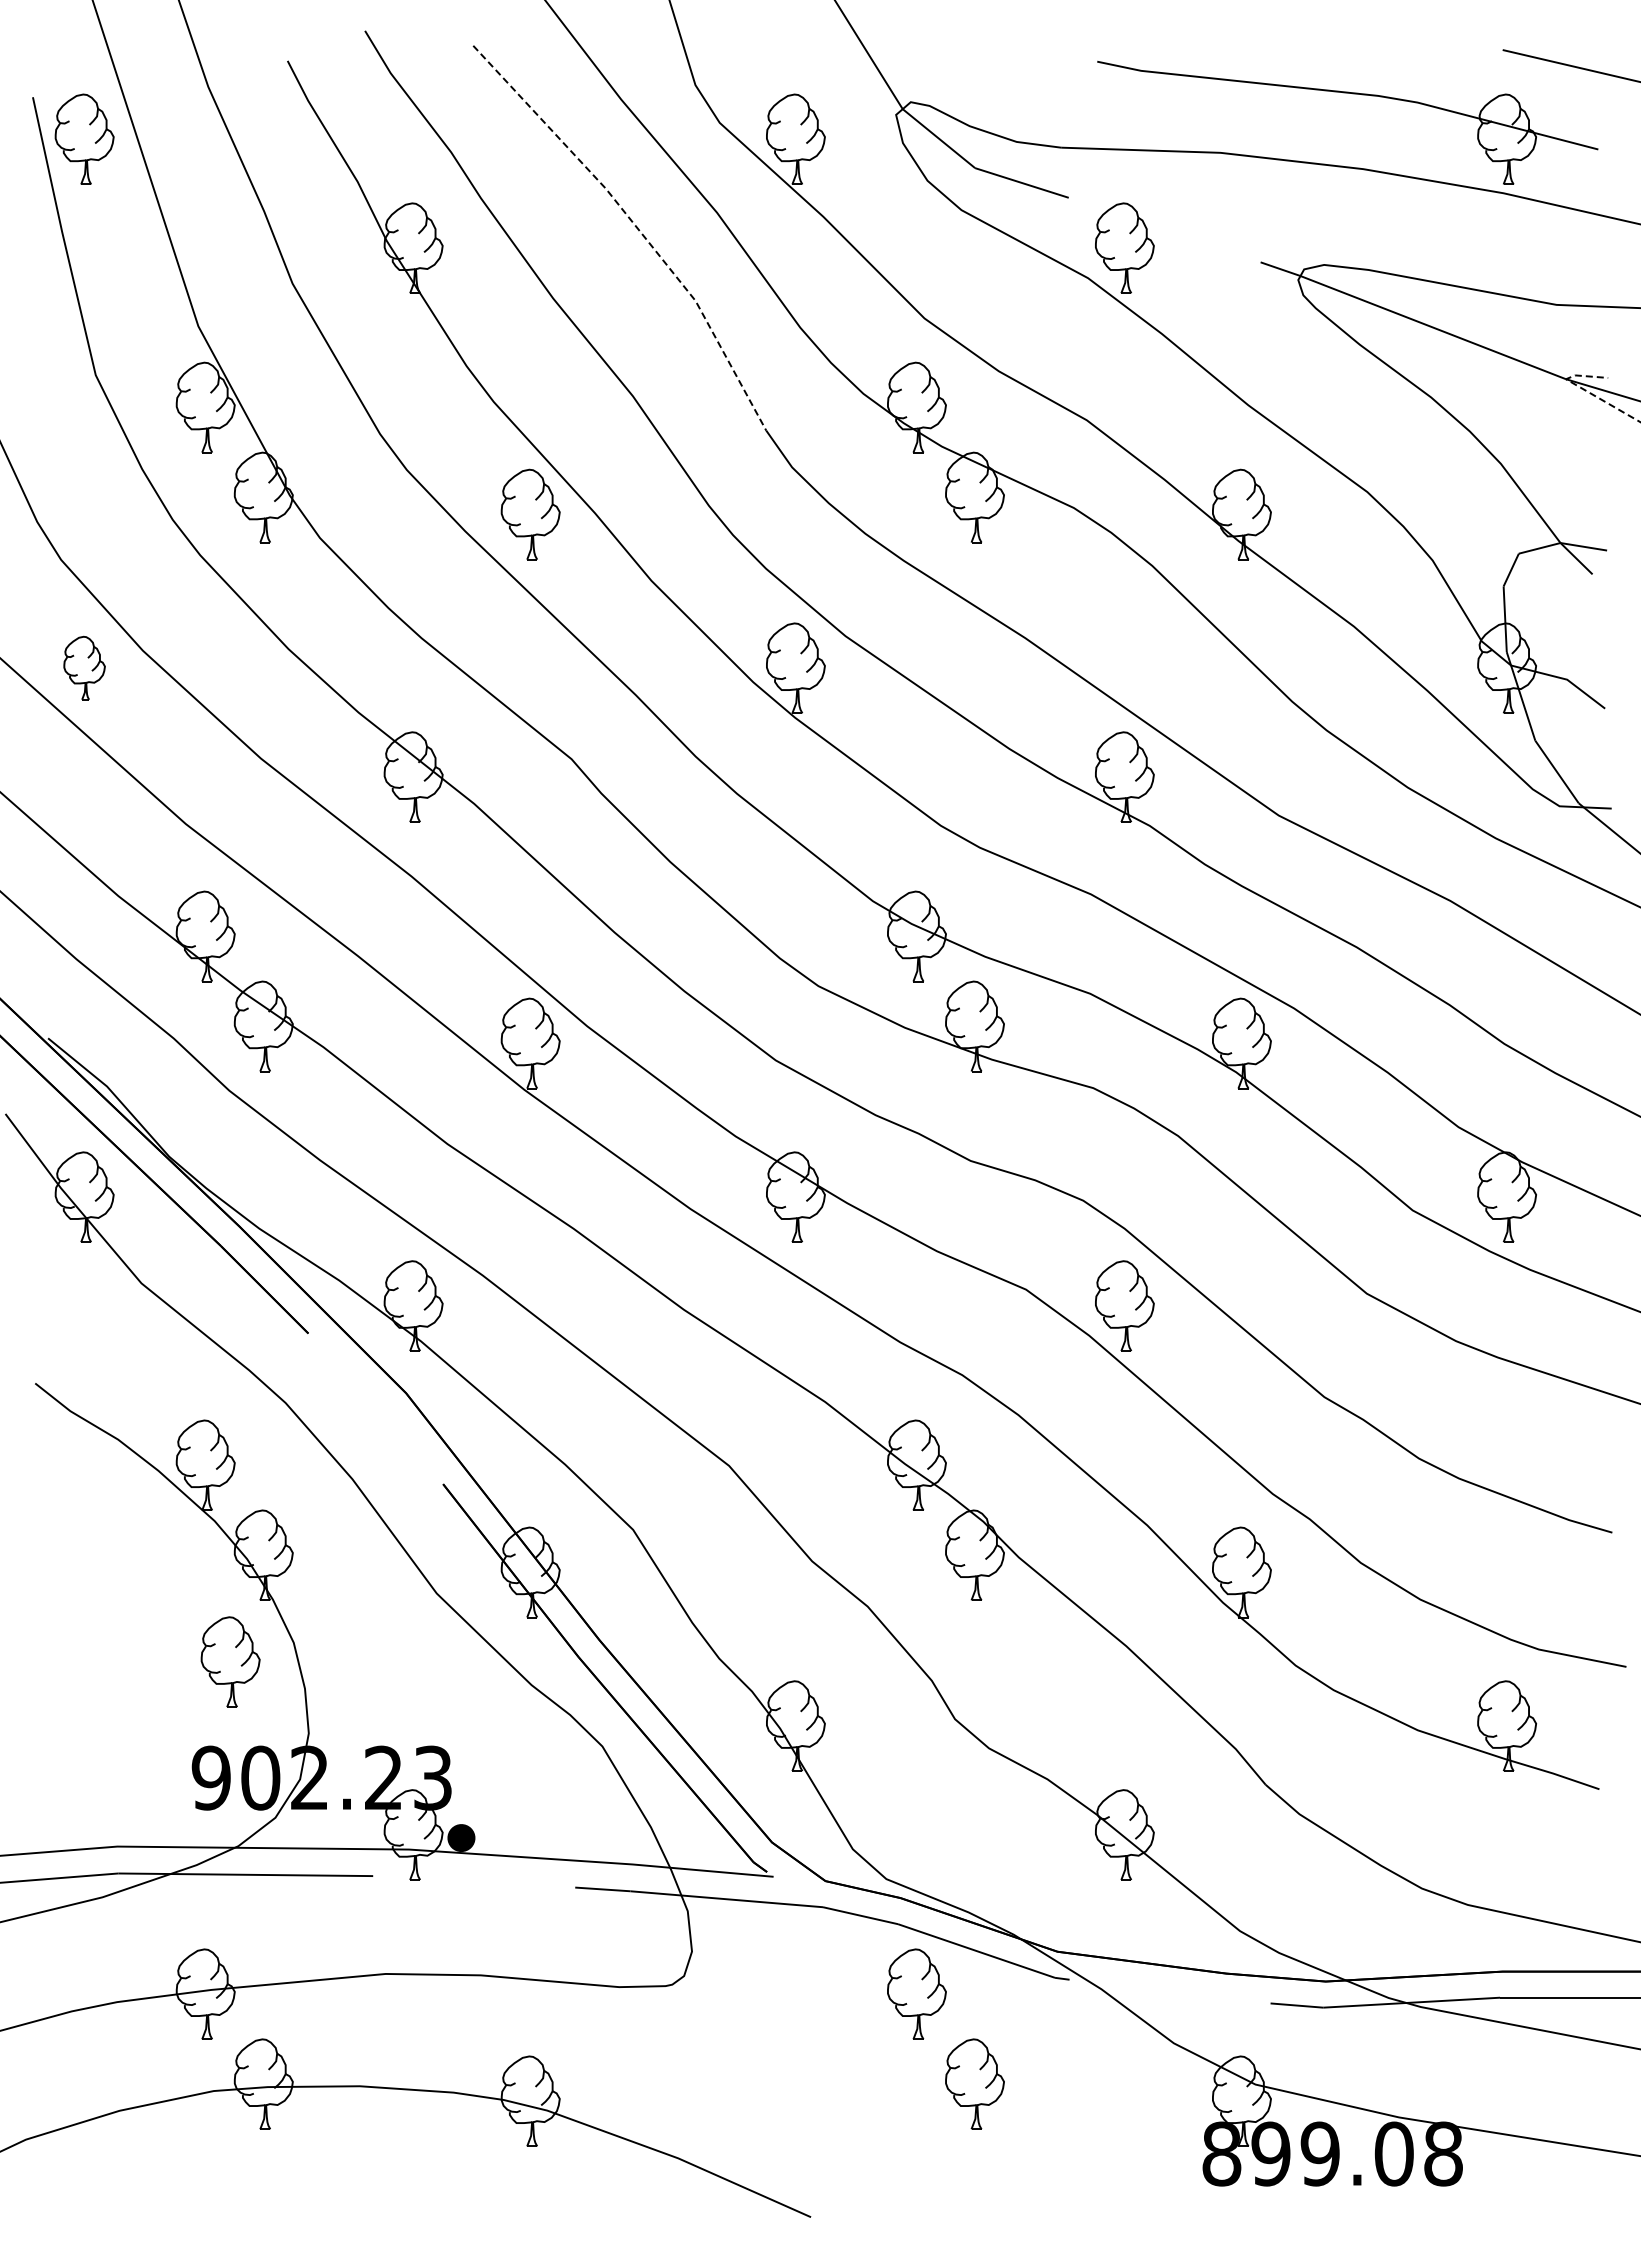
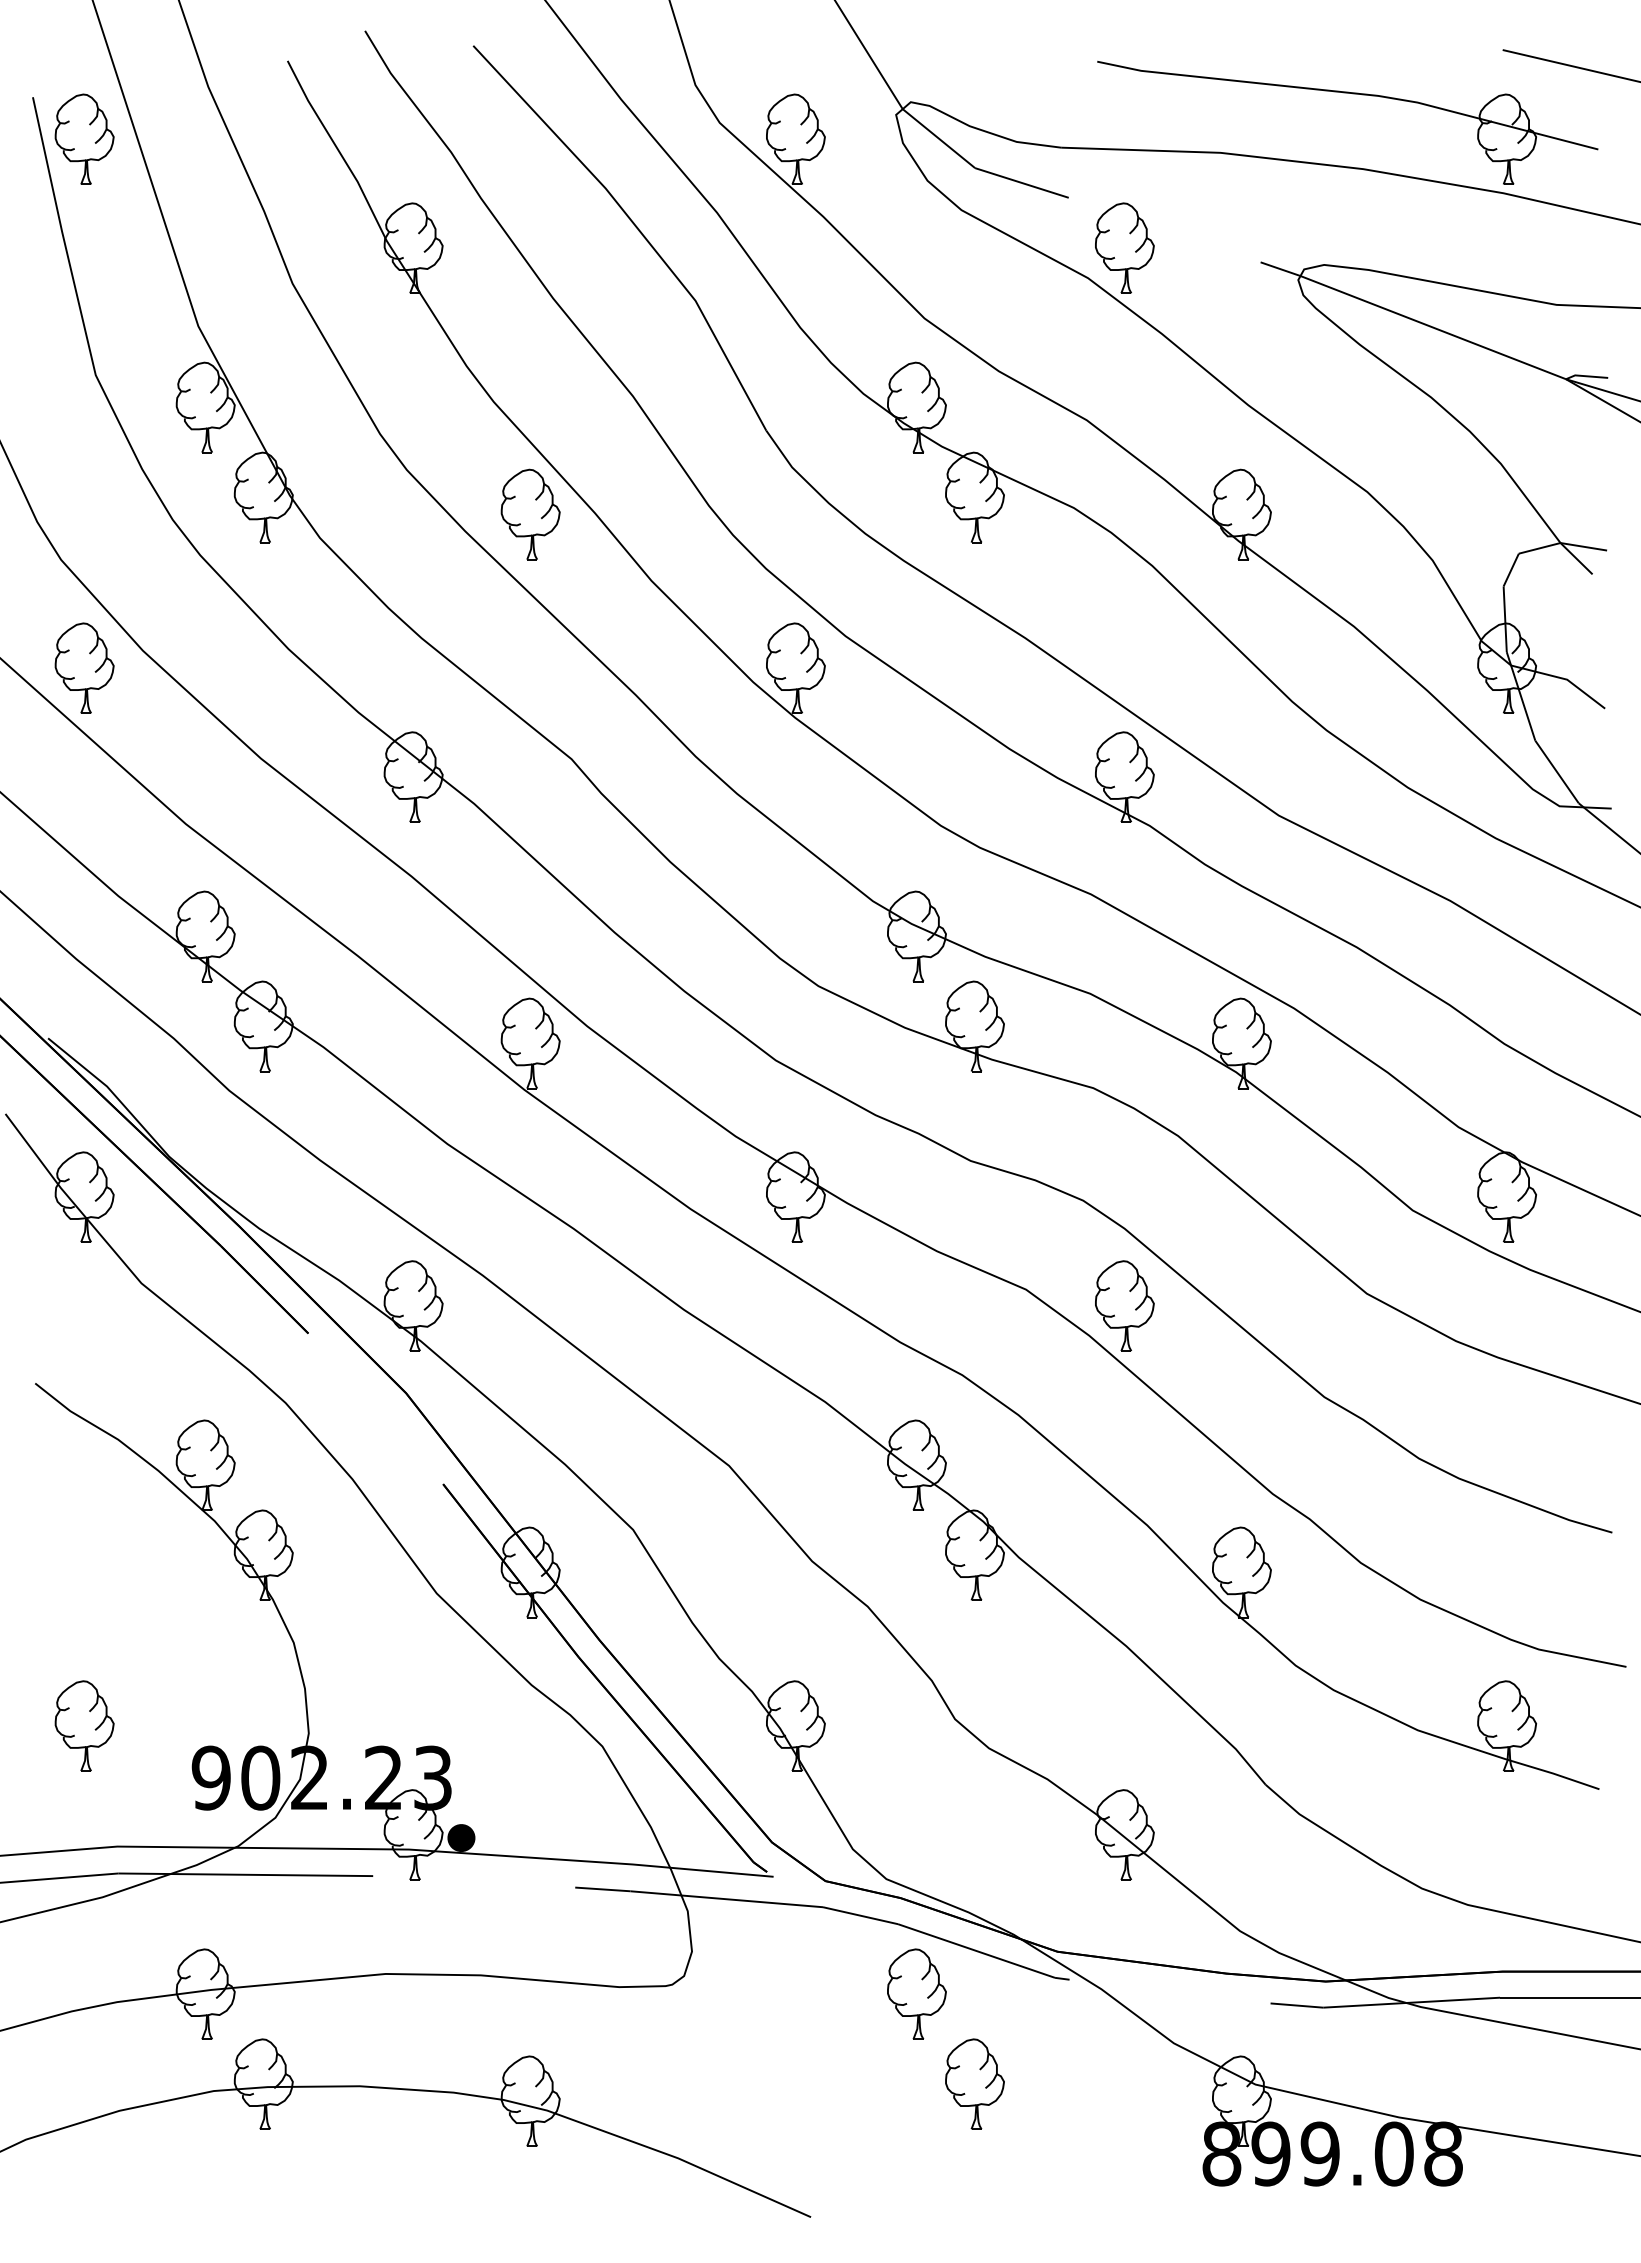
line at (636, 226): dashed -> solid
line at (1583, 389): dashed -> solid
part at (84, 667) size: 43x66 px -> 61x92 px
part at (230, 1661) position: (230, 1661) -> (84, 1725)
